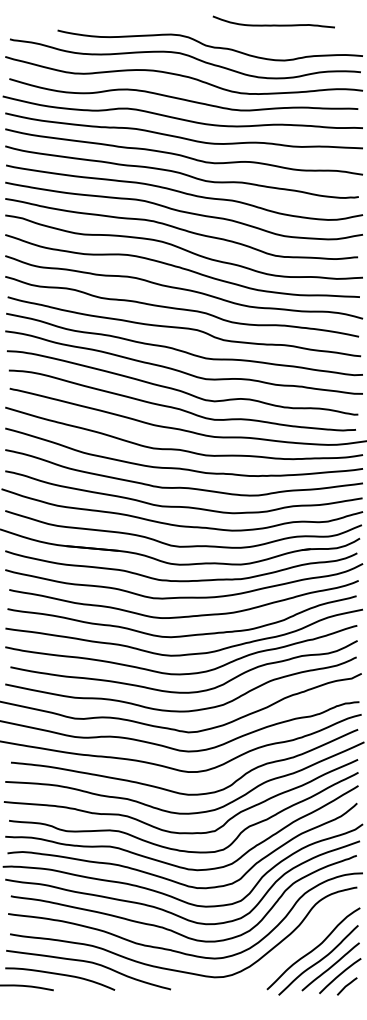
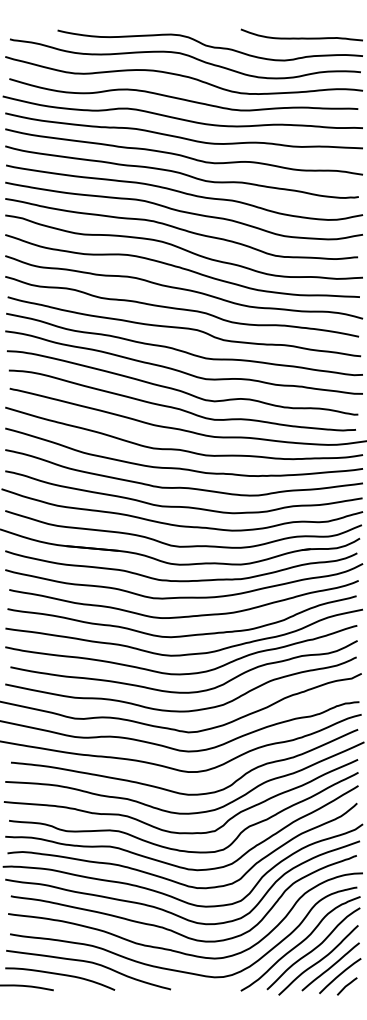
curve at (273, 24) position: (273, 24) -> (301, 37)
curve at (300, 943): none -> present
